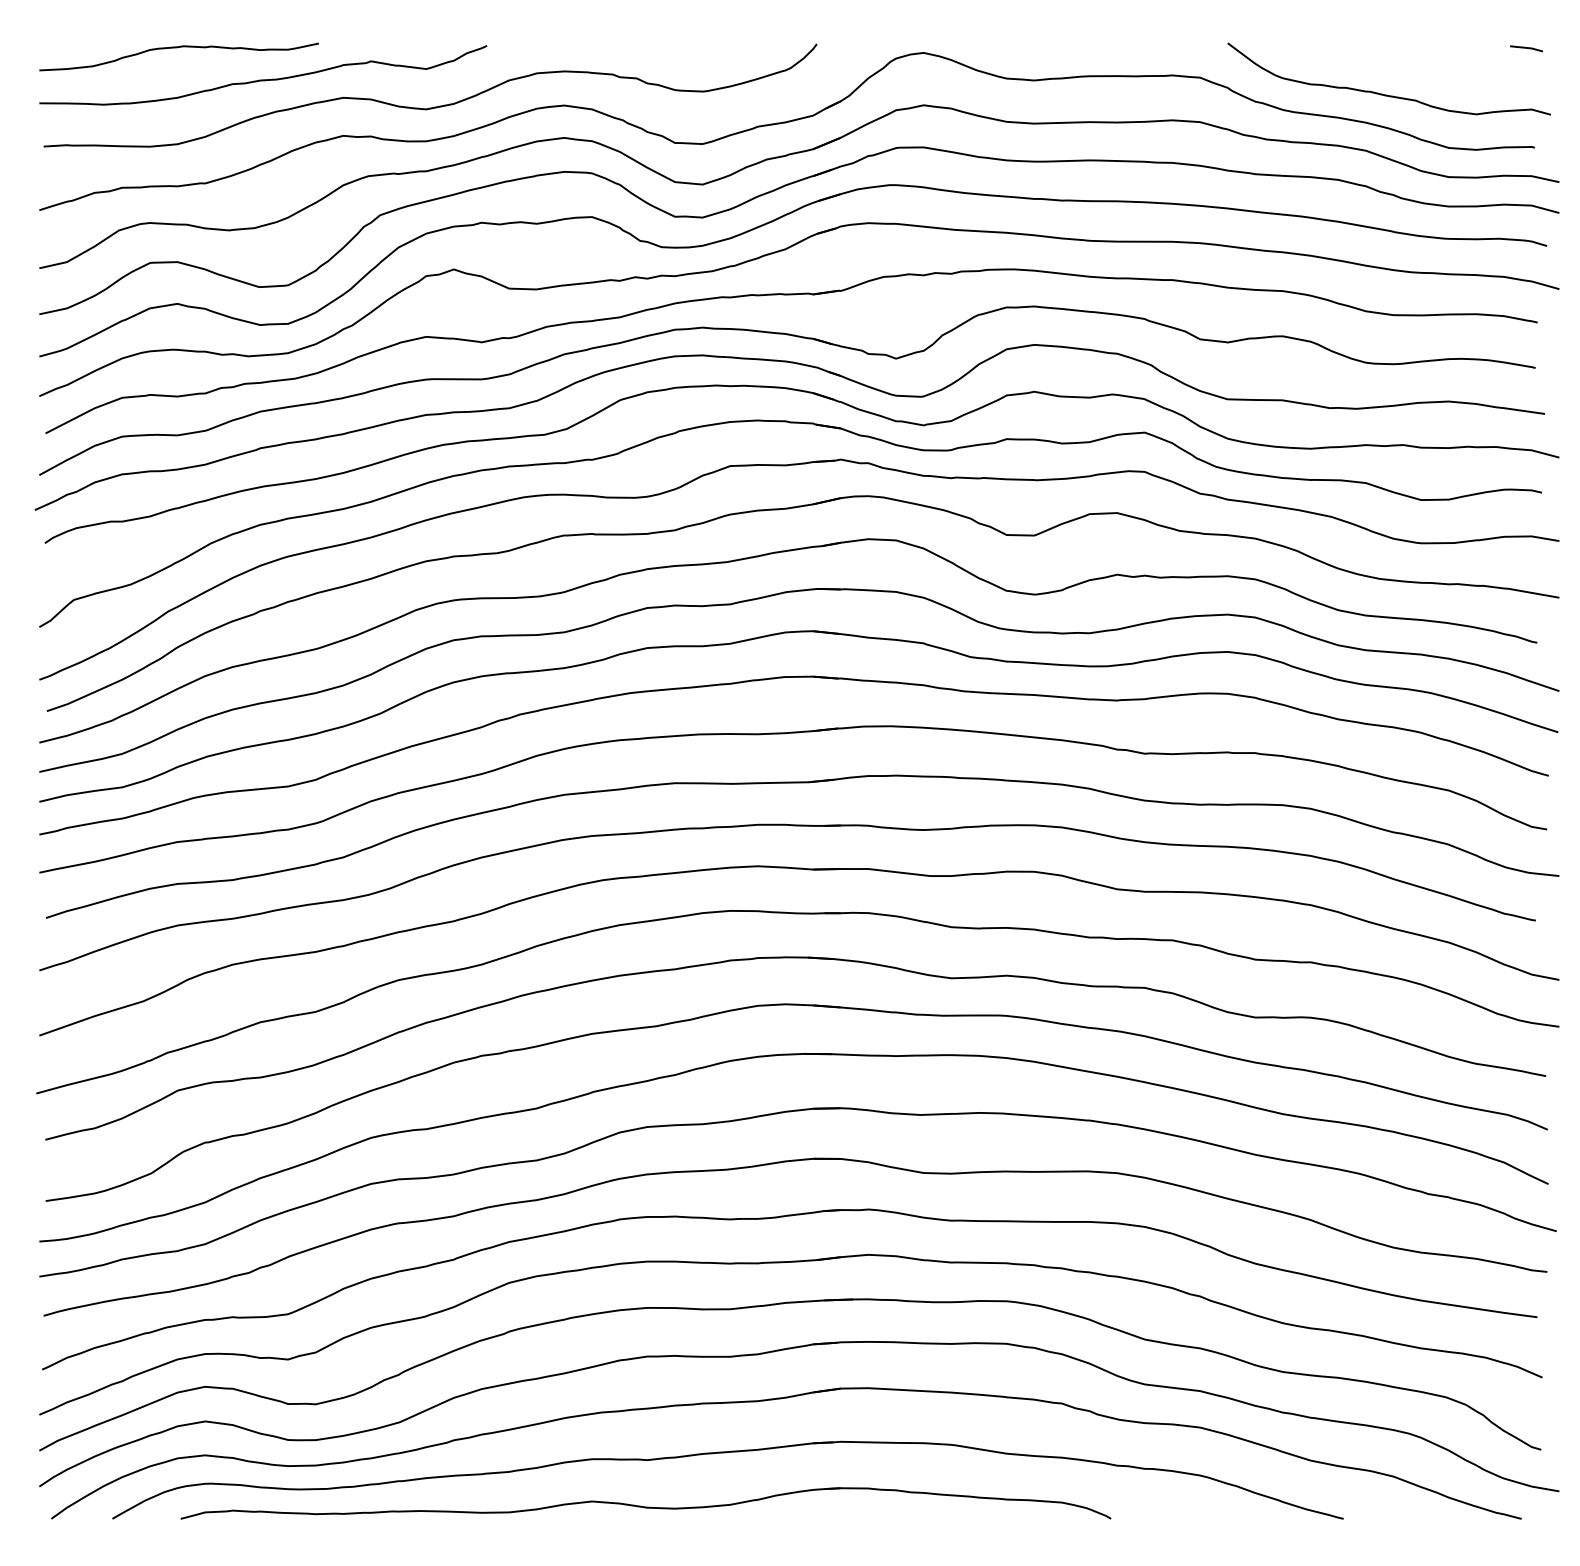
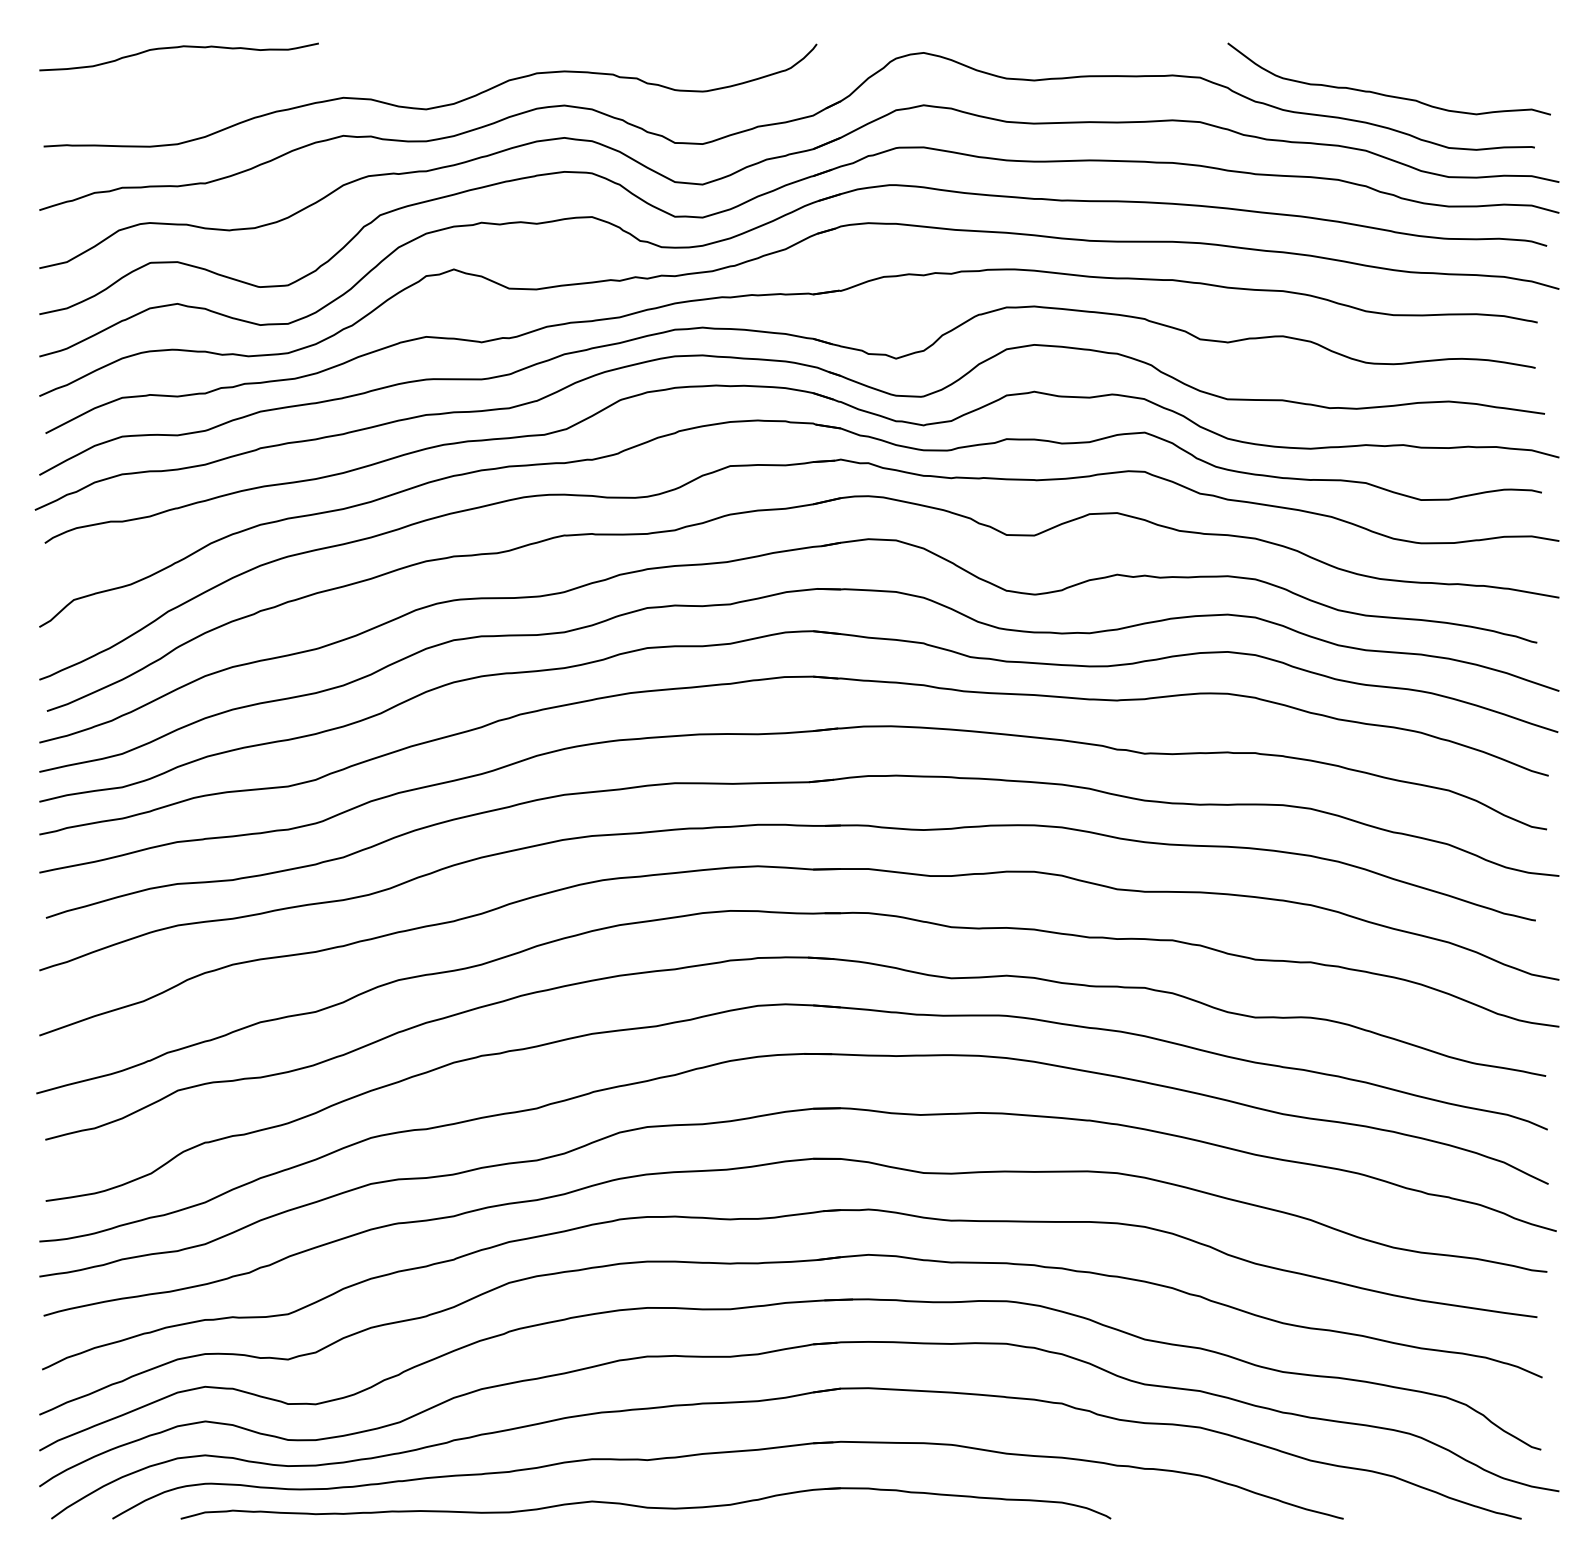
line at (1526, 48): present -> none
curve at (263, 79): present -> none
